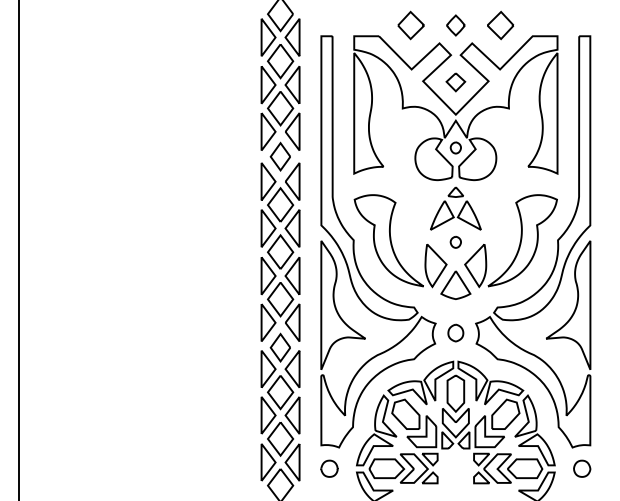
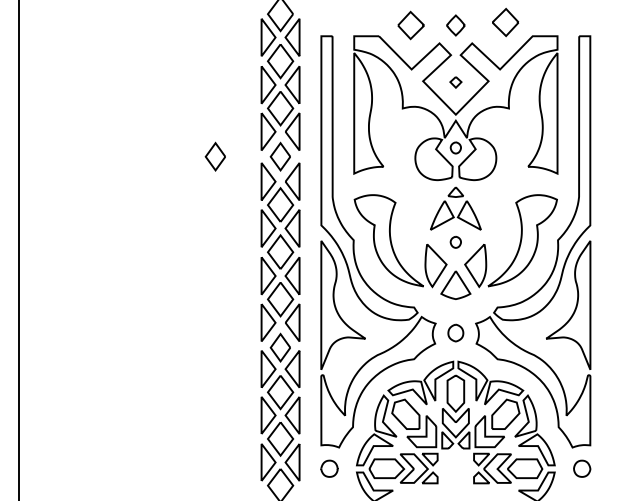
part at (500, 25) position: (500, 25) -> (505, 22)
part at (455, 82) size: 22x21 px -> 14x13 px
part at (214, 156): none -> present
